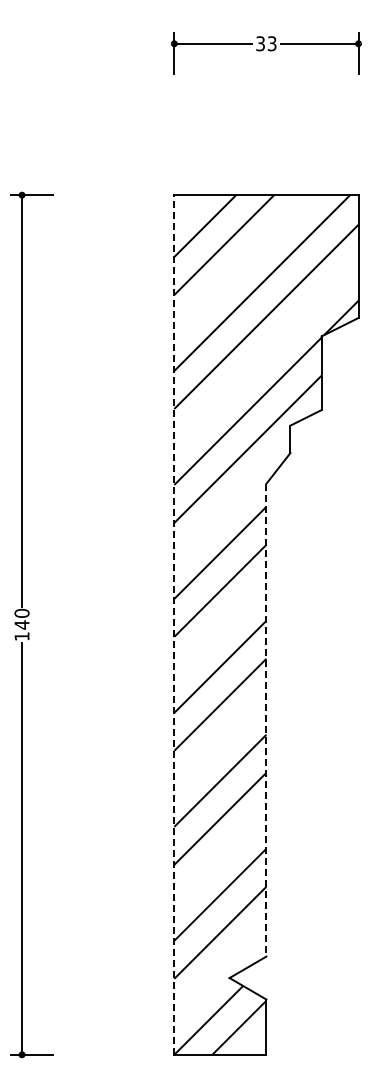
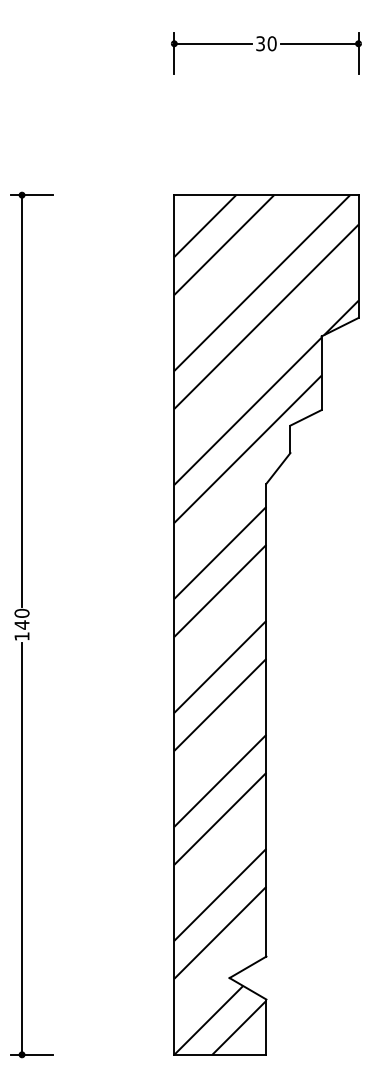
text at (271, 43): 33 -> 30
line at (174, 625): dashed -> solid
line at (266, 720): dashed -> solid
